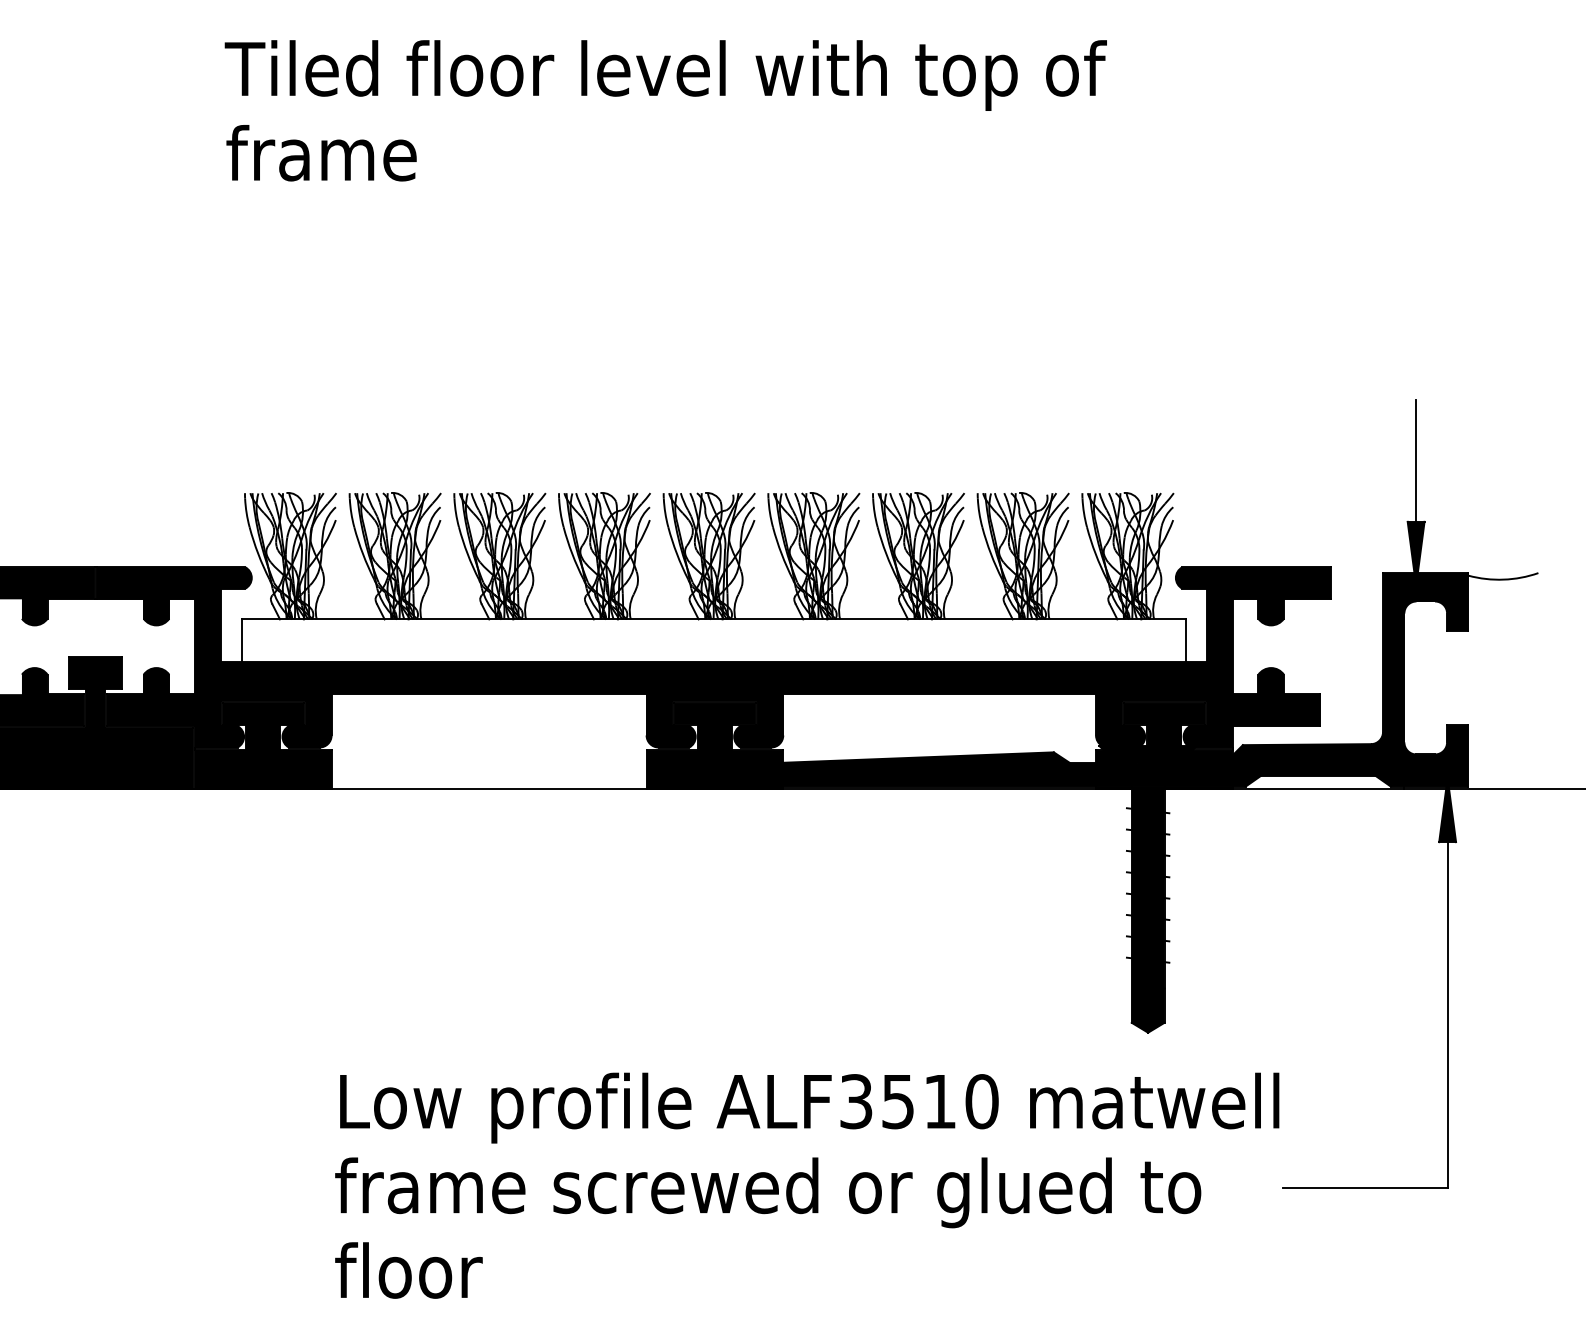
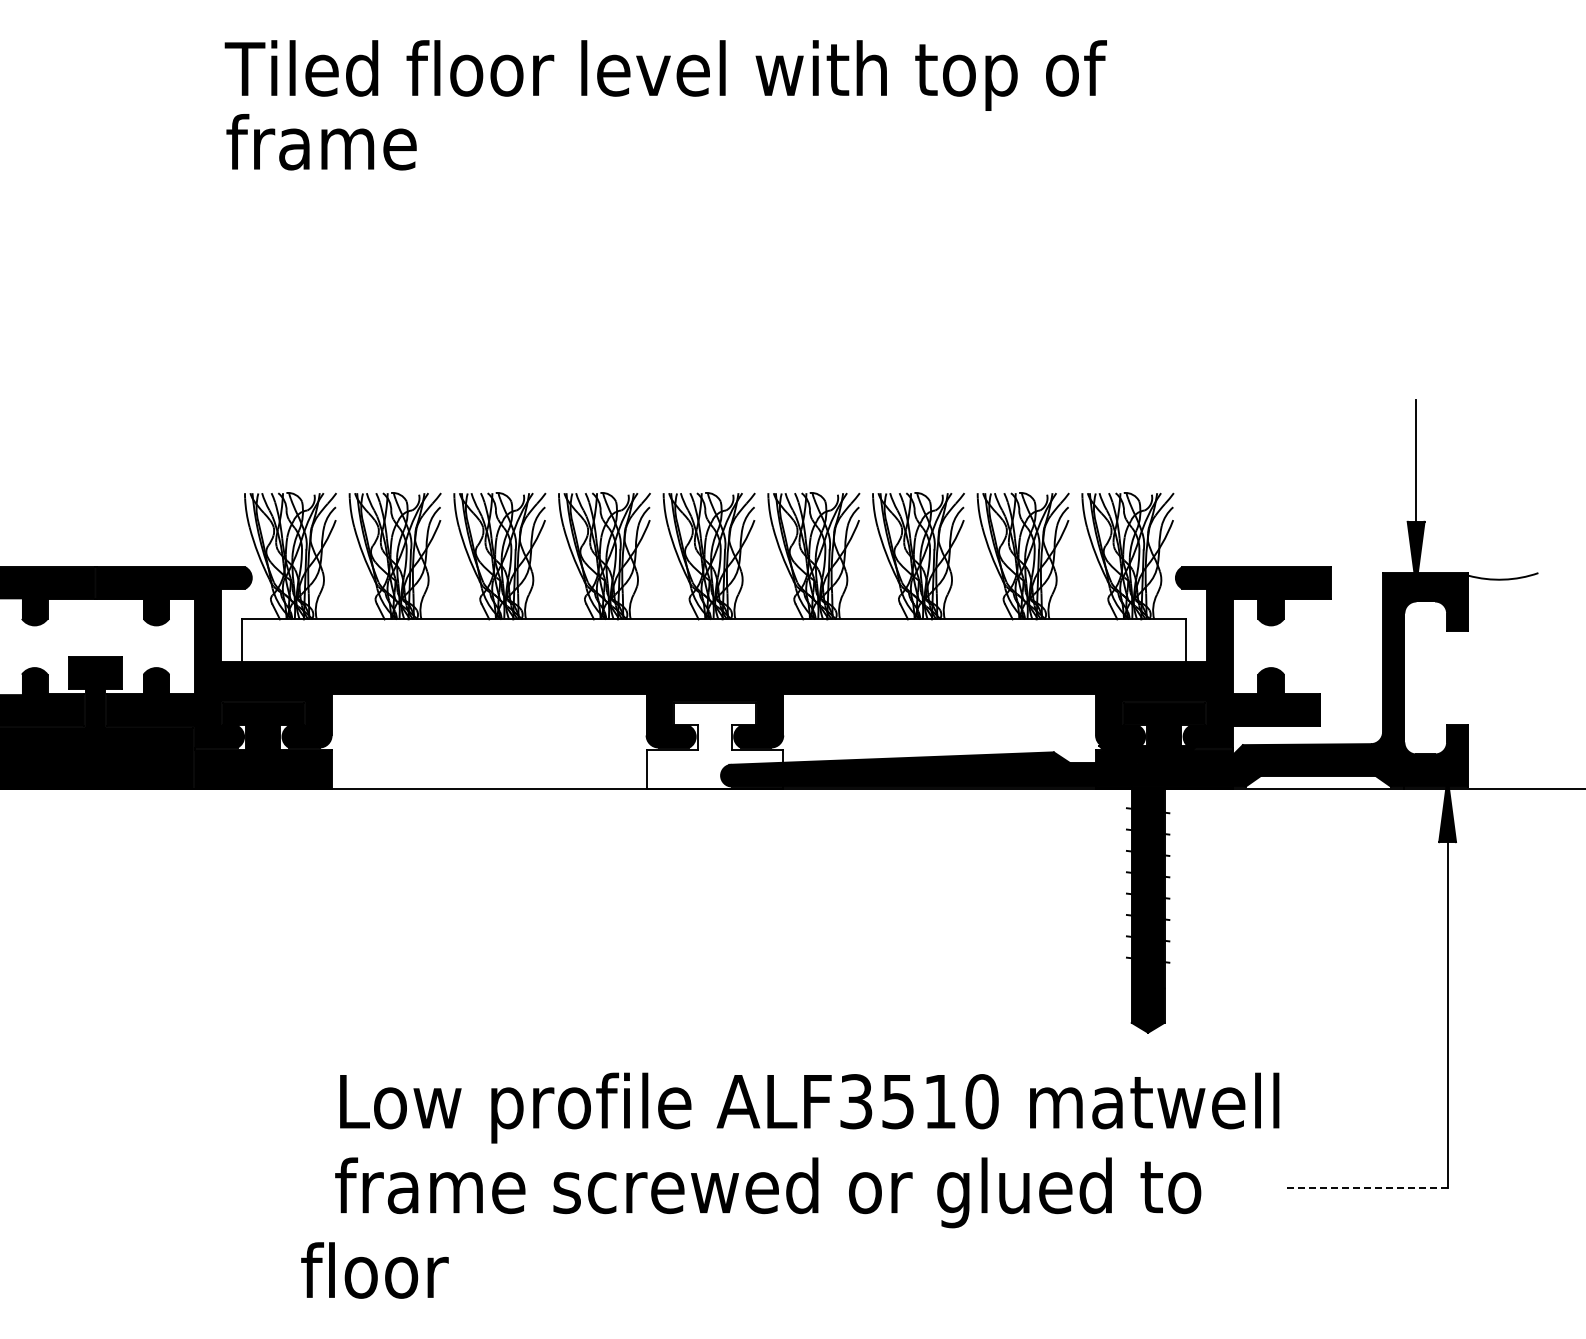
text at (321, 153) position: (321, 153) -> (321, 142)
fill at (714, 745): present -> none
line at (1364, 1187): solid -> dashed
text at (408, 1270) position: (408, 1270) -> (374, 1270)
